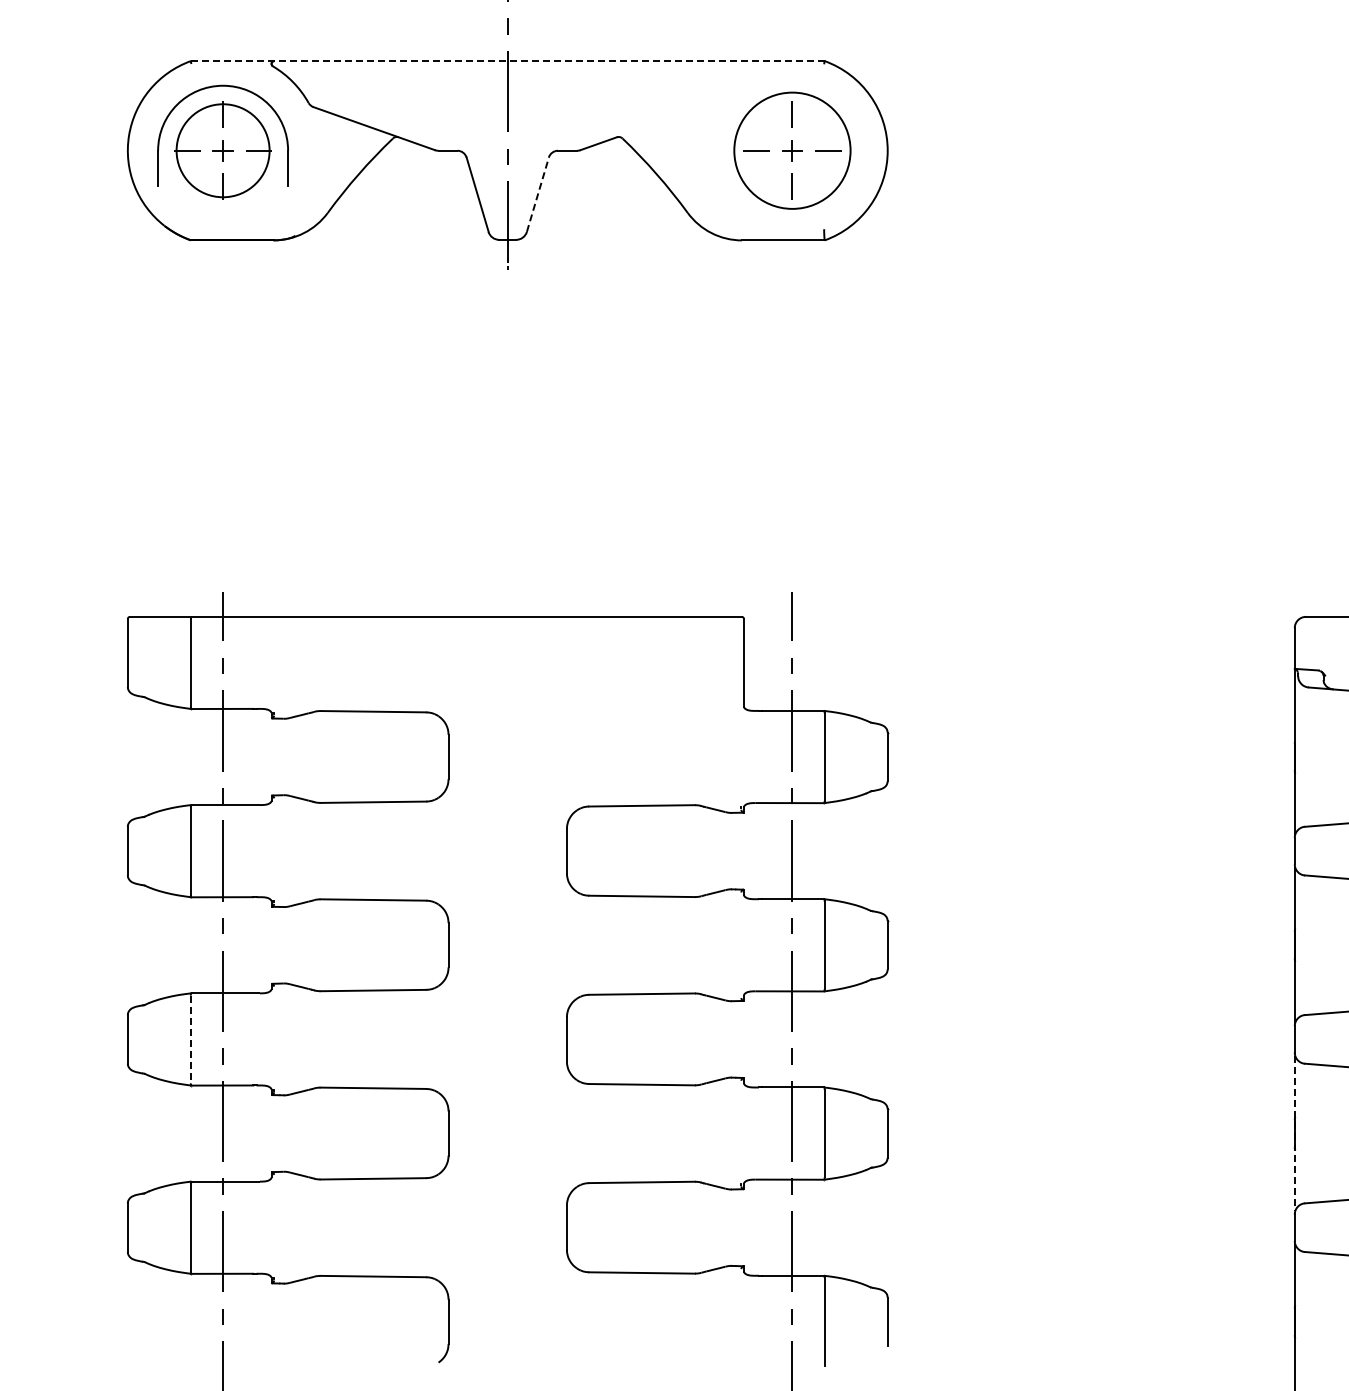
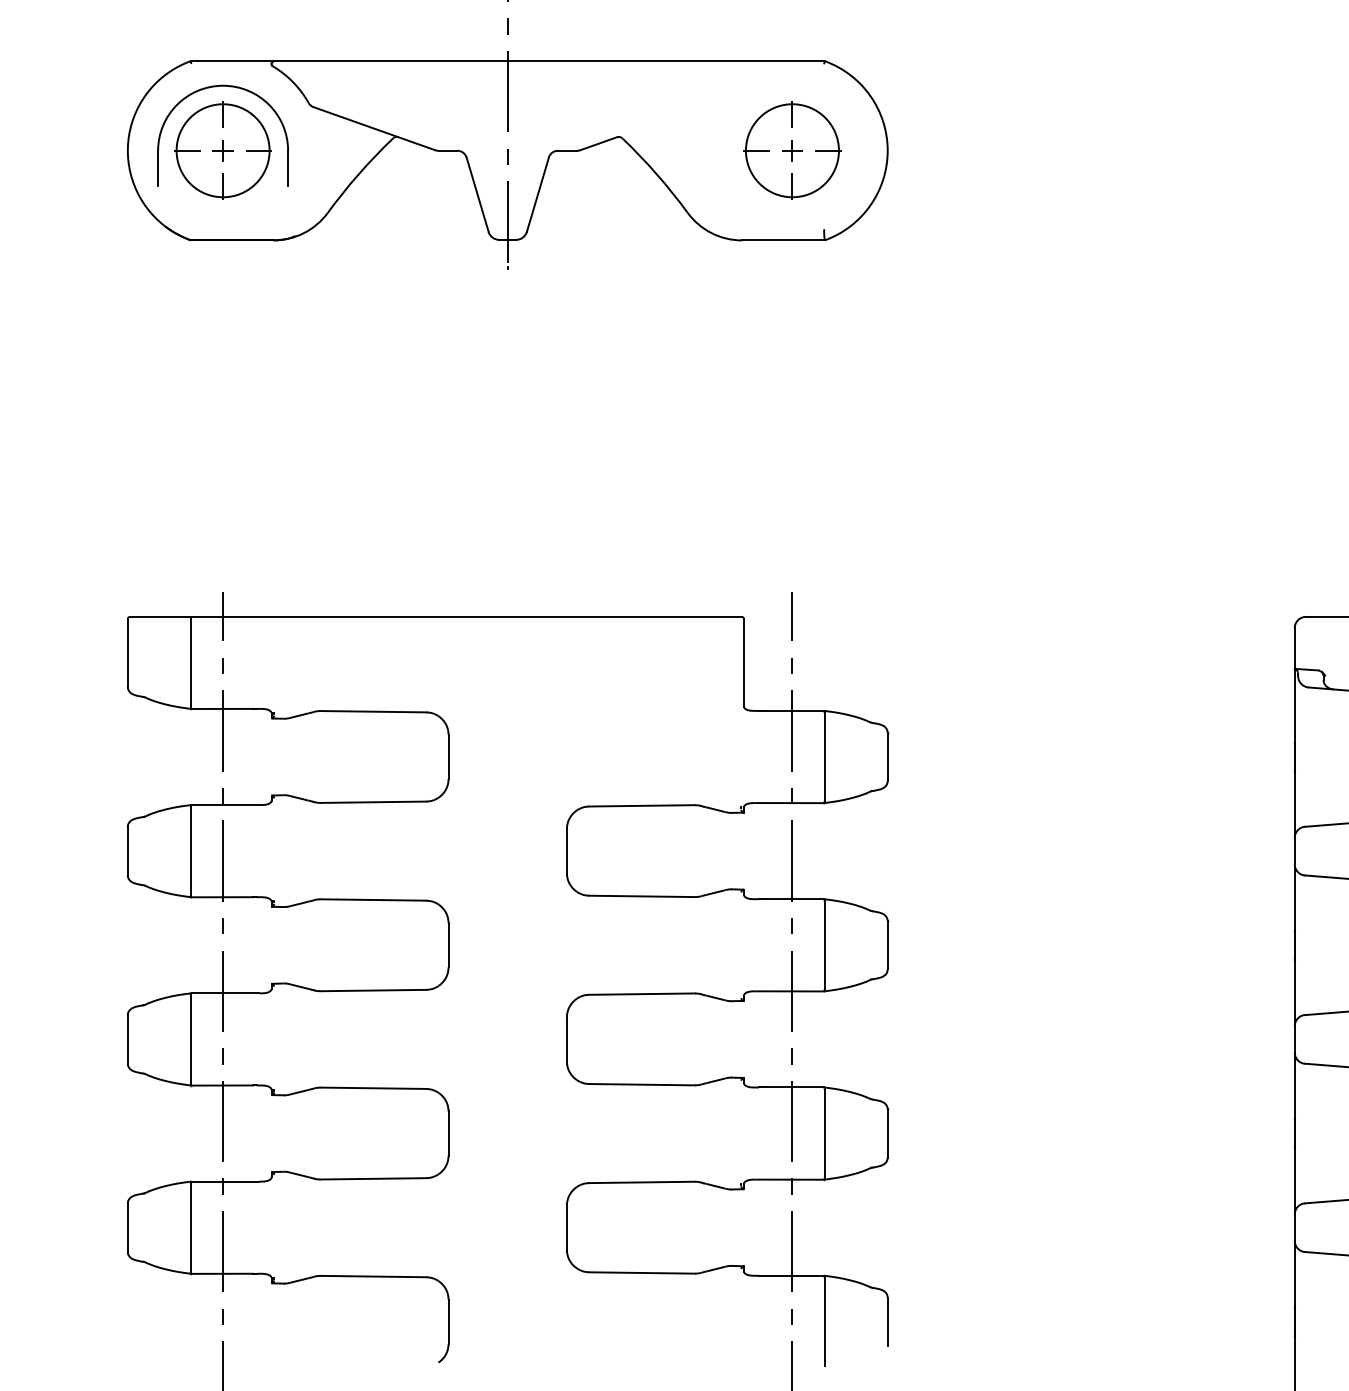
line at (507, 61): dashed -> solid
circle at (792, 150) diameter: 116 px -> 93 px
line at (537, 194): dashed -> solid
line at (190, 1039): dashed -> solid
line at (1295, 1133): dashed -> solid
